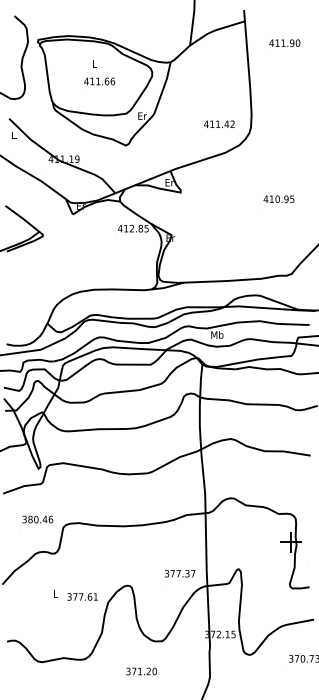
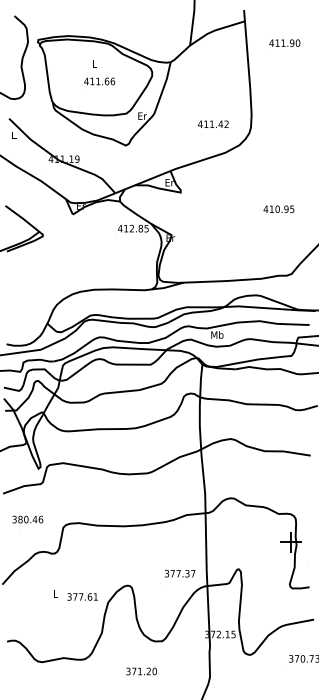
text at (219, 123) position: (219, 123) -> (213, 123)
text at (278, 199) position: (278, 199) -> (278, 209)
text at (37, 519) position: (37, 519) -> (27, 519)
